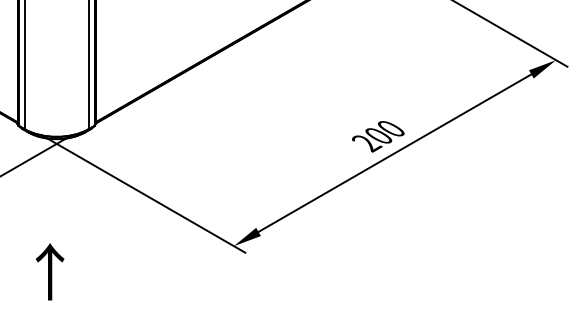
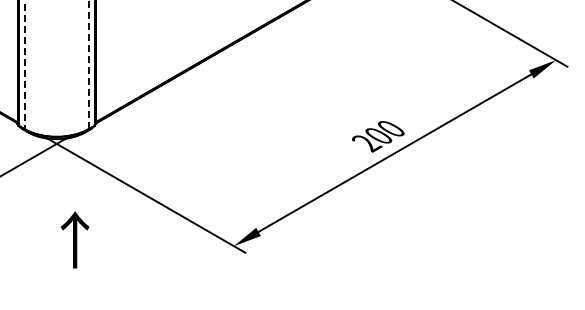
line at (88, 64): solid -> dashed
line at (24, 65): solid -> dashed
text at (50, 271) position: (50, 271) -> (75, 239)
